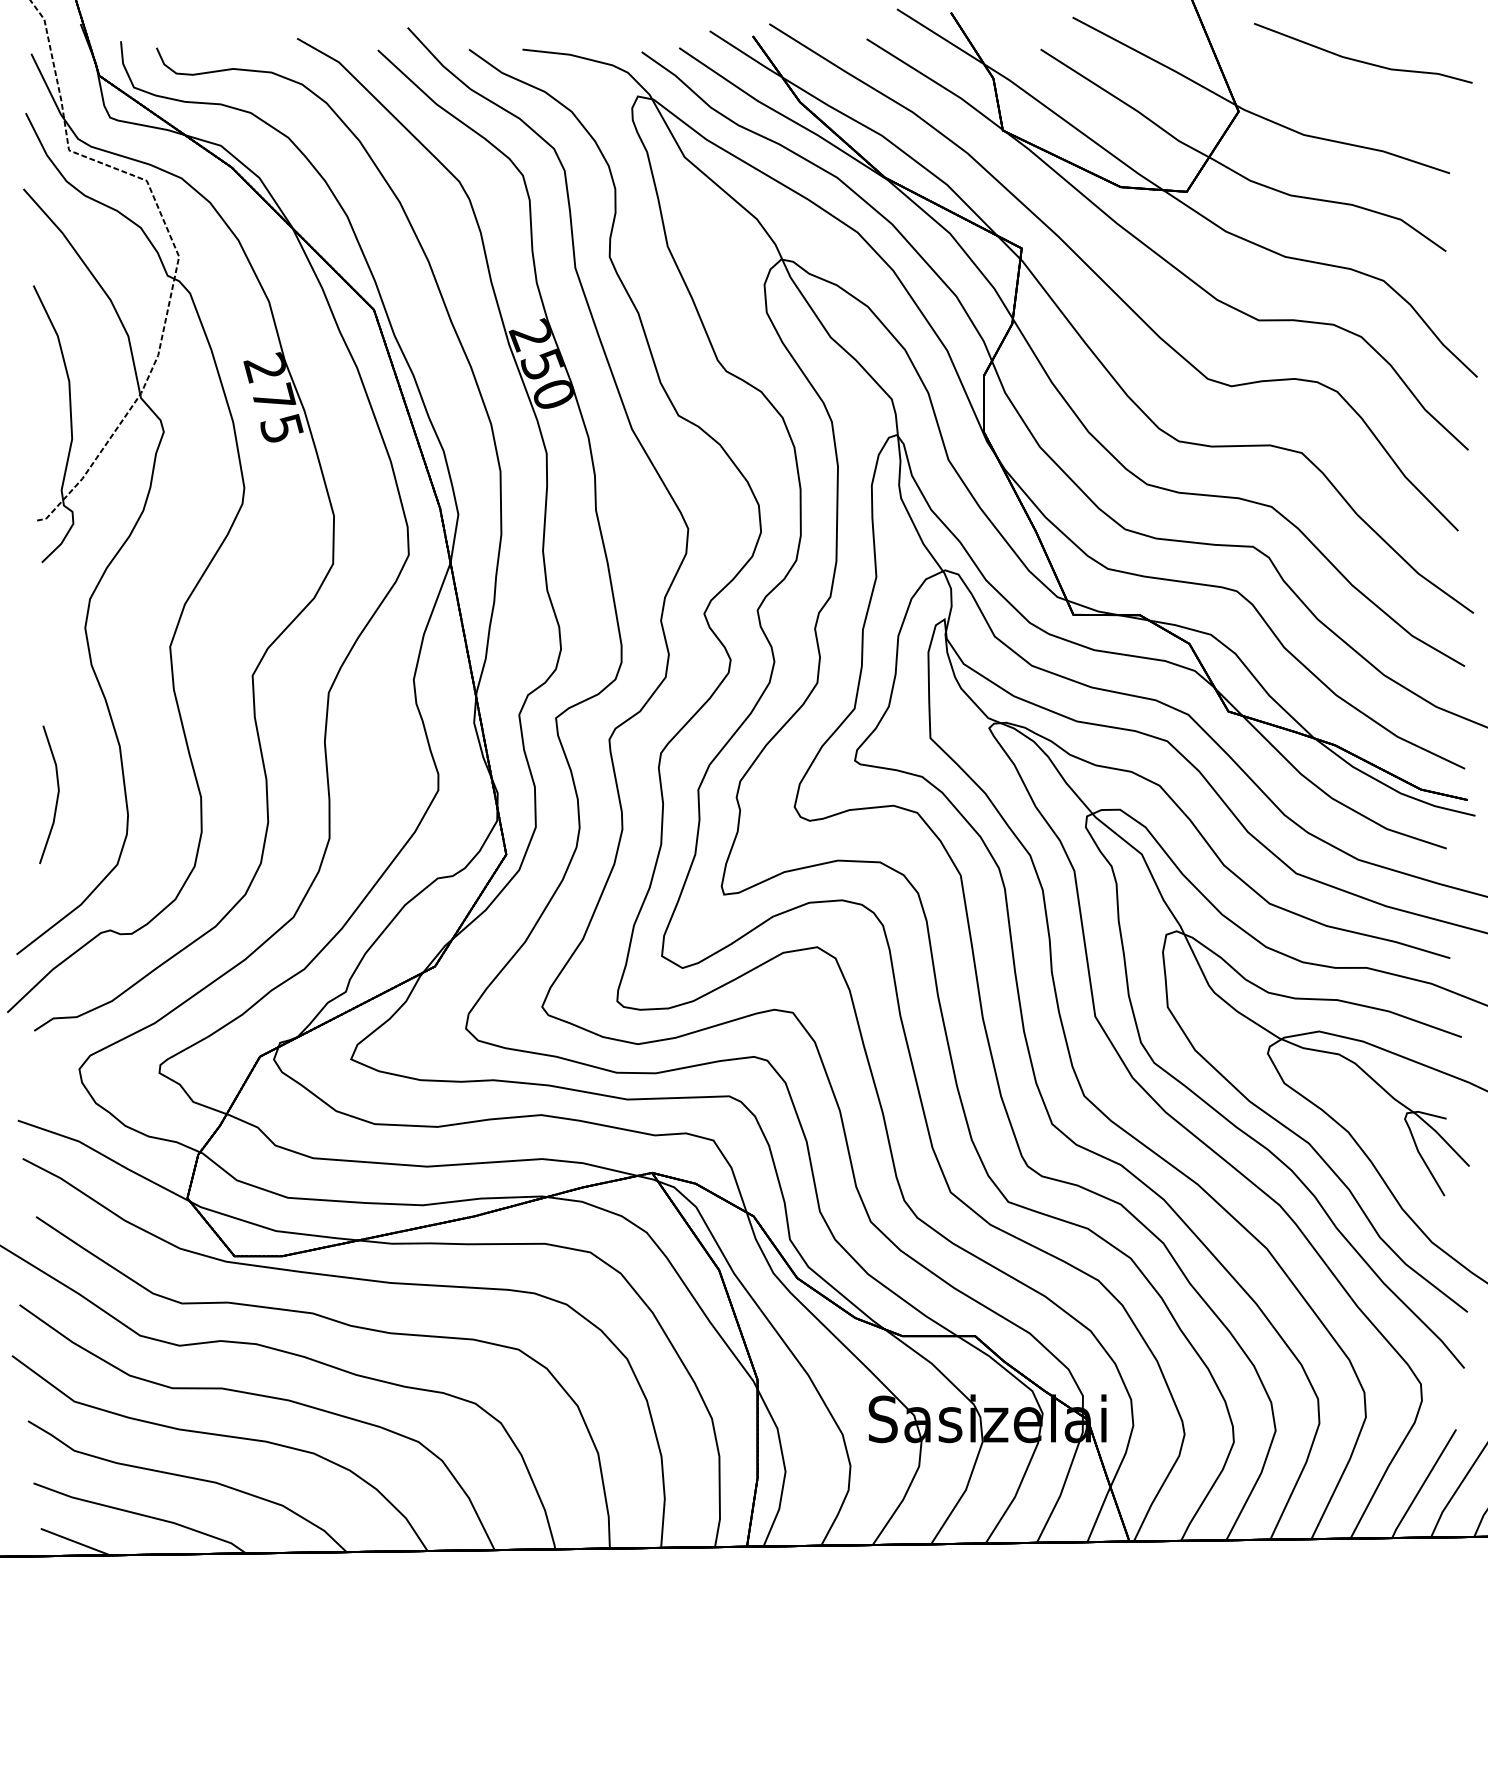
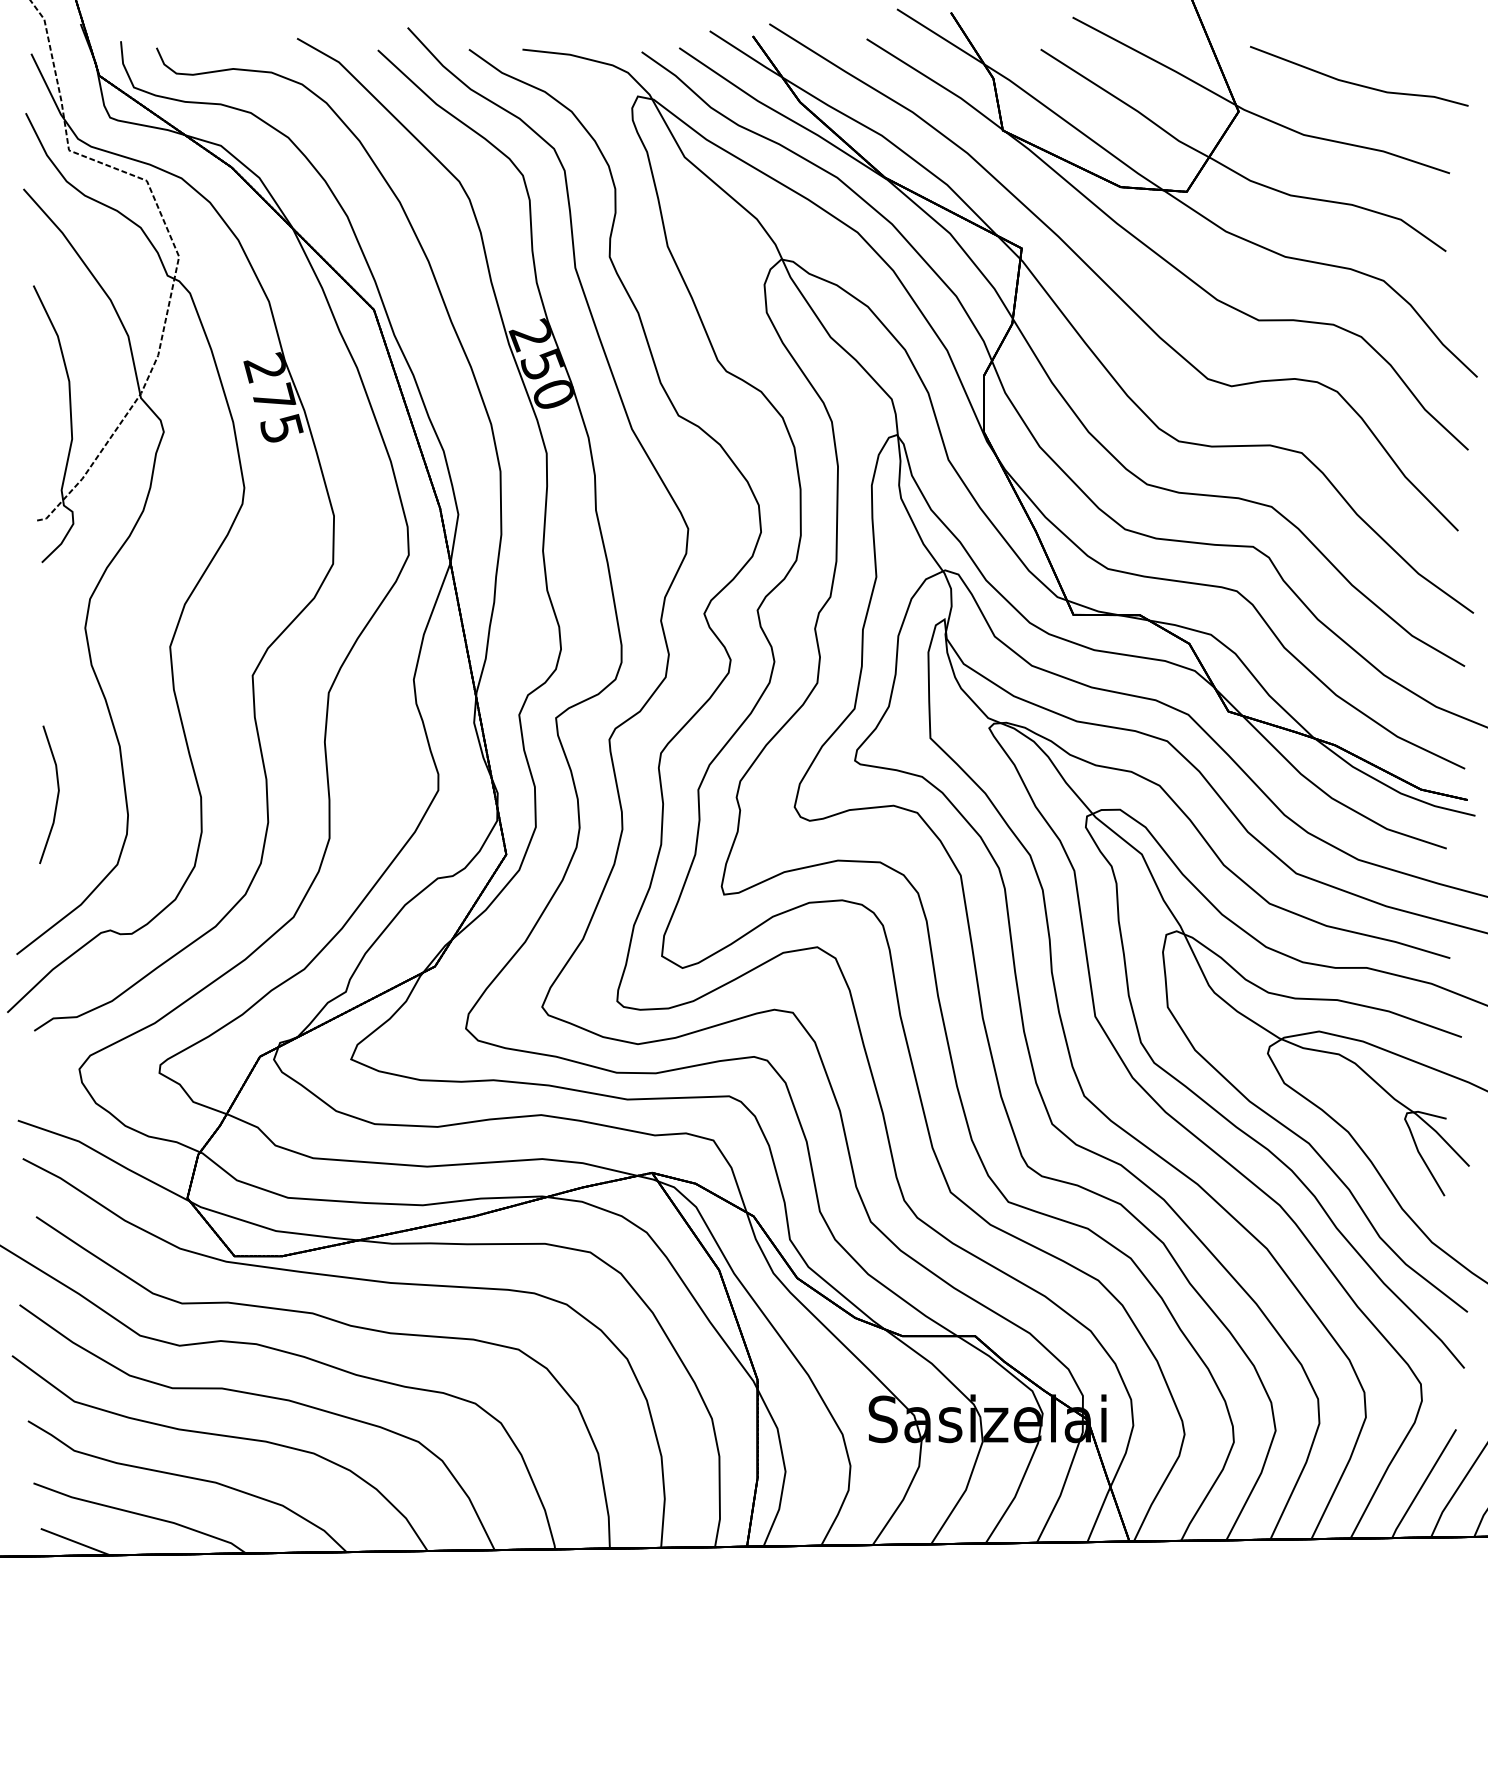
line at (1361, 60) position: (1361, 60) -> (1357, 83)
